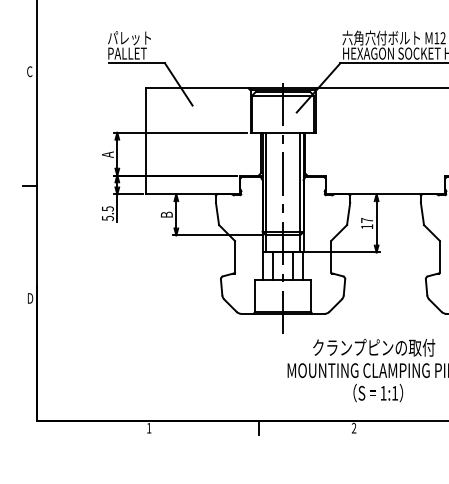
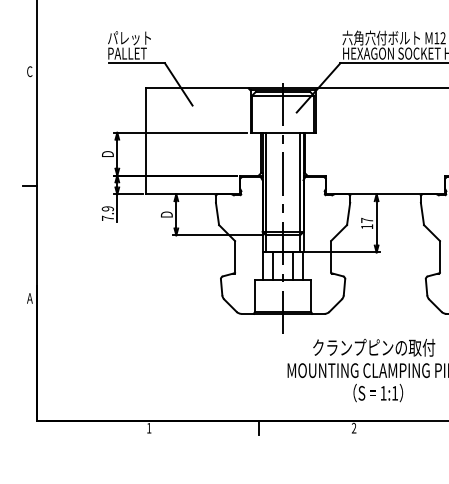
text at (107, 154): A -> D
text at (107, 213): 5.5 -> 7.9
text at (166, 213): B -> D
text at (30, 298): D -> A
